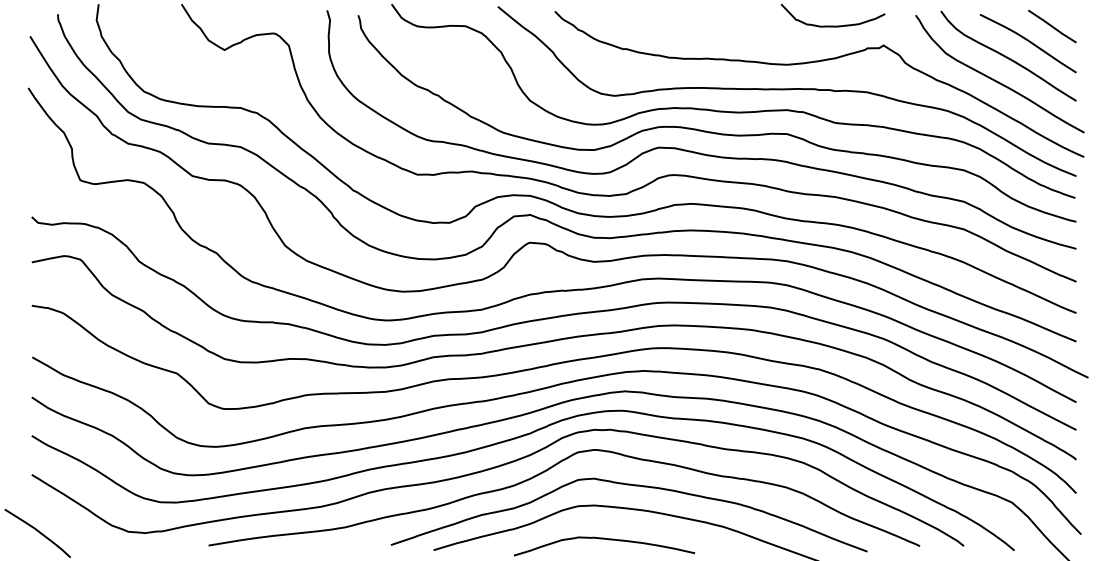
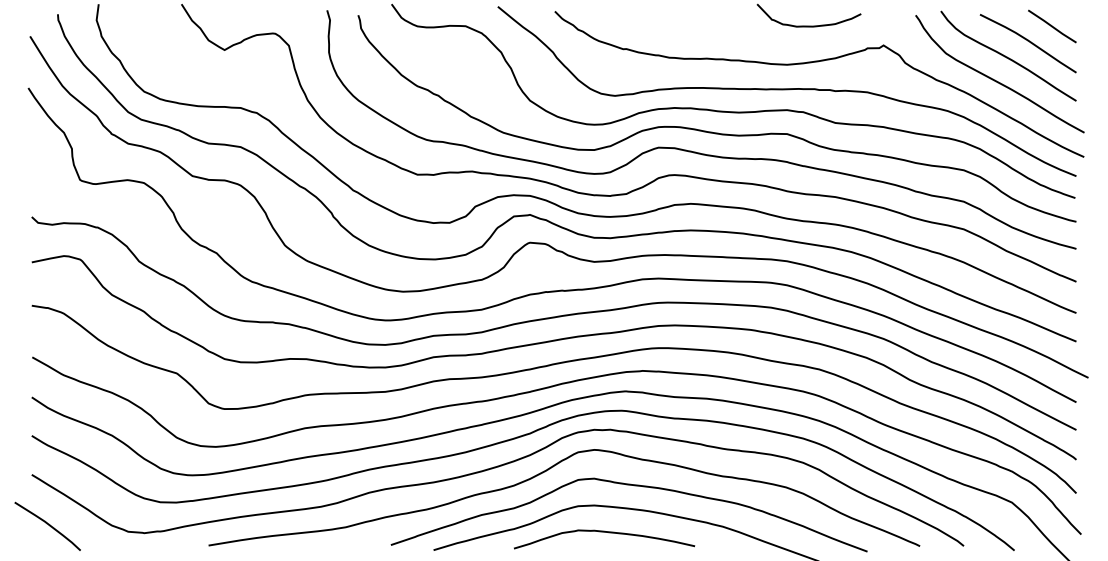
curve at (832, 25) position: (832, 25) -> (808, 25)
curve at (37, 531) position: (37, 531) -> (47, 524)
curve at (604, 539) position: (604, 539) -> (604, 532)
